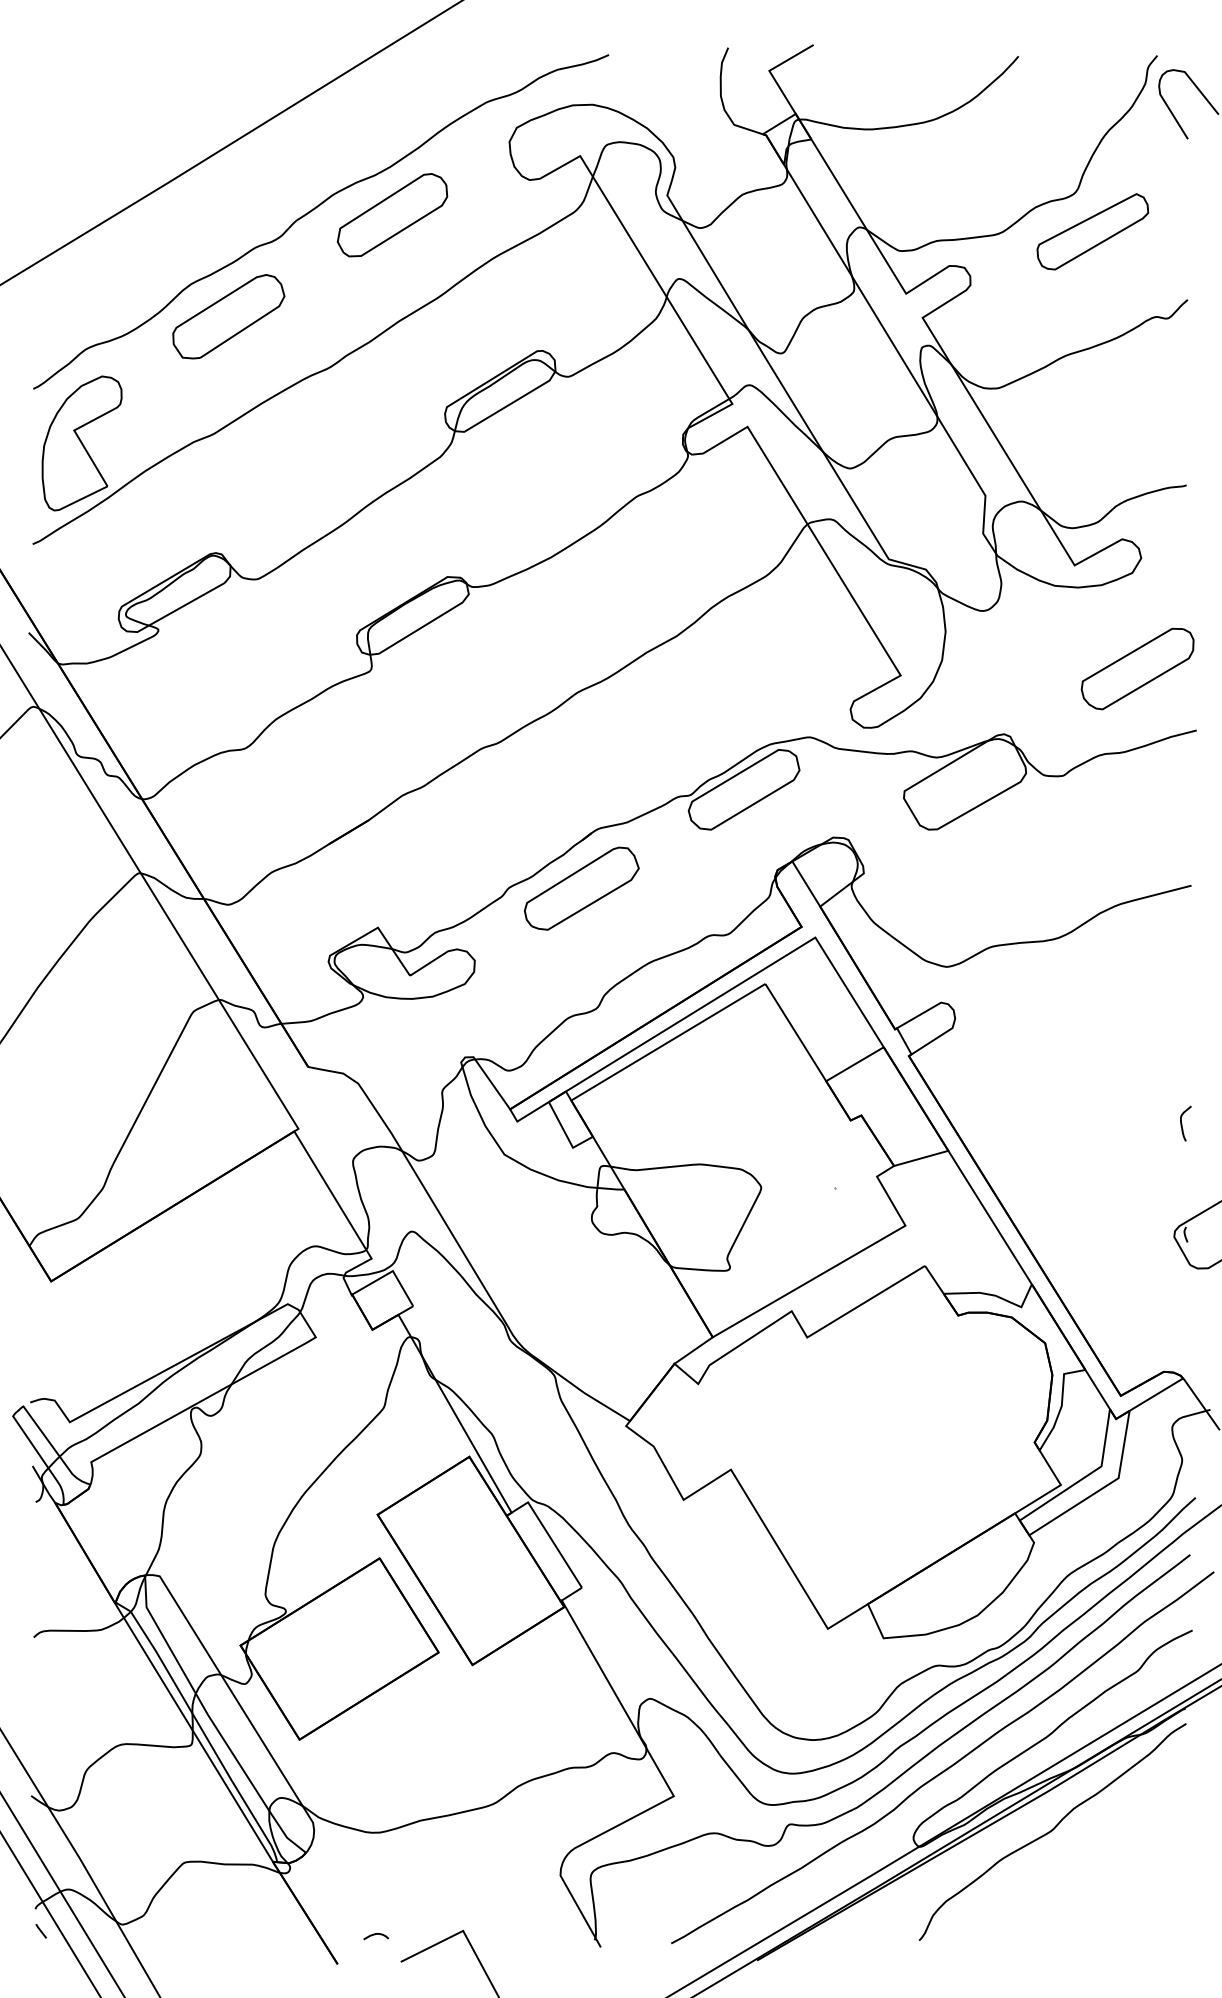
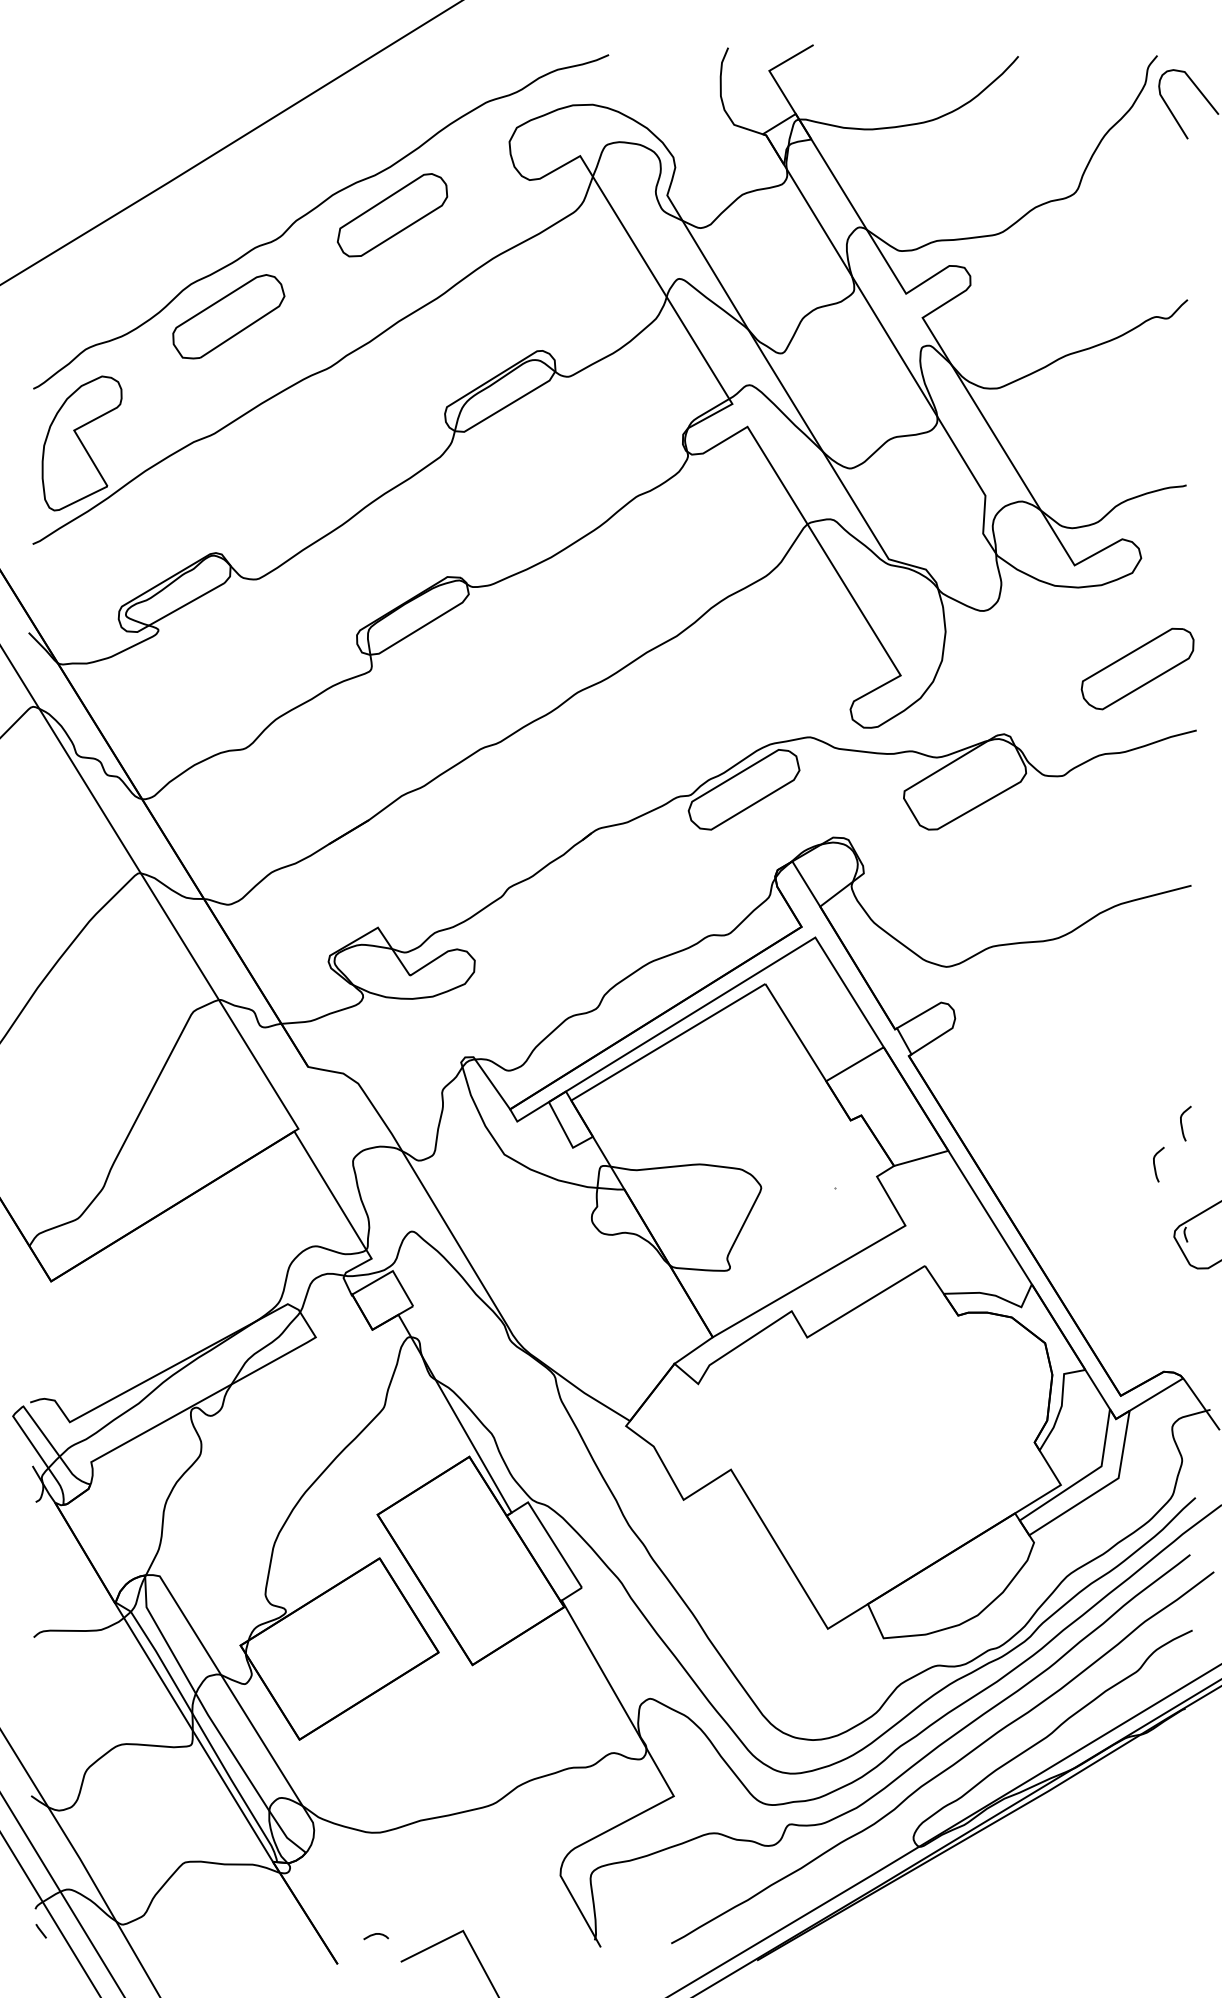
part at (1092, 231): present -> none
part at (581, 888): present -> none
curve at (1155, 1164): none -> present
curve at (1052, 1831): present -> none
